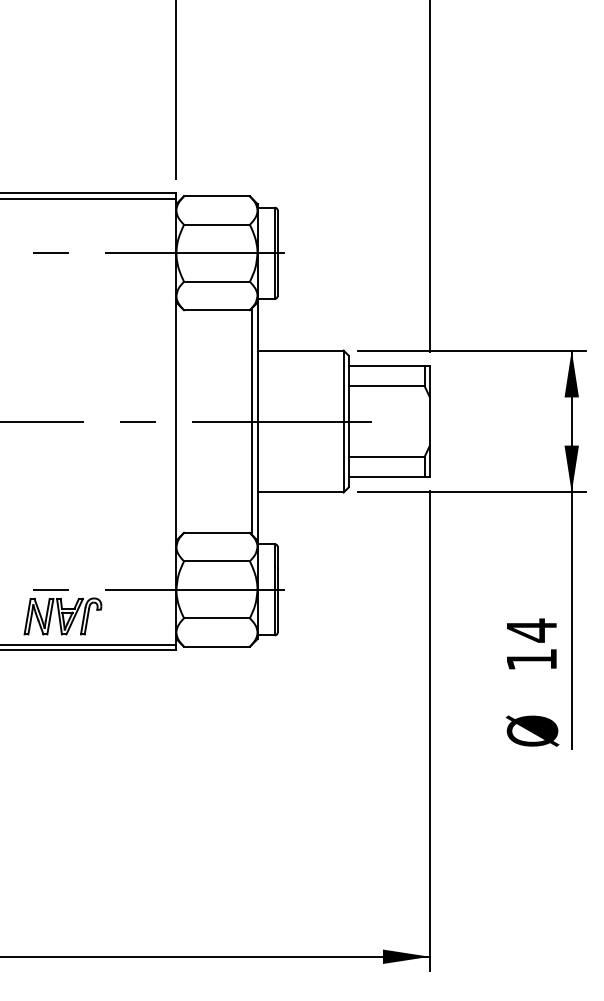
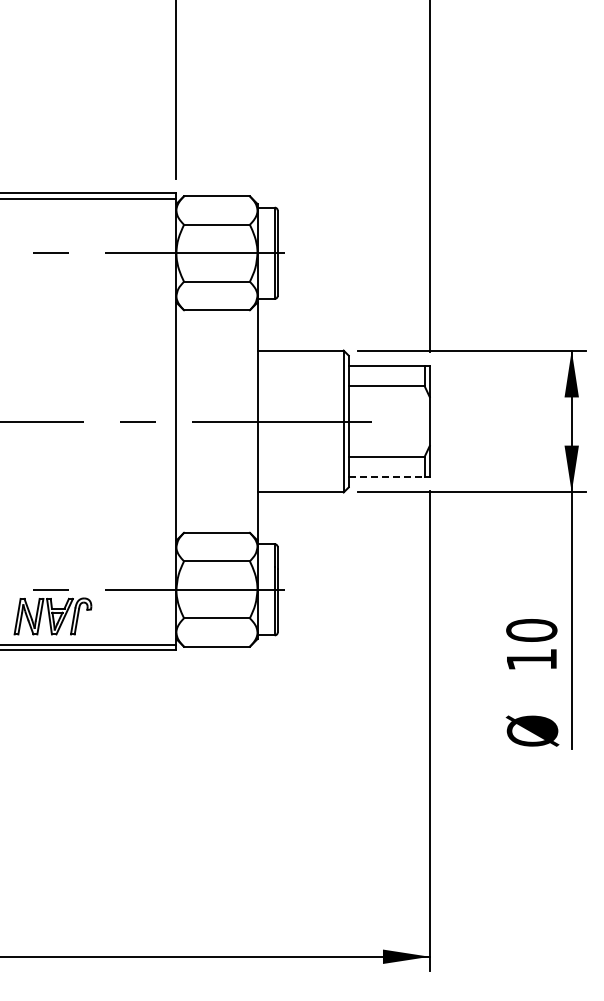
line at (252, 421): present -> none
line at (387, 477): solid -> dashed
part at (62, 616) position: (62, 616) -> (52, 616)
text at (531, 630): 14 -> 10
